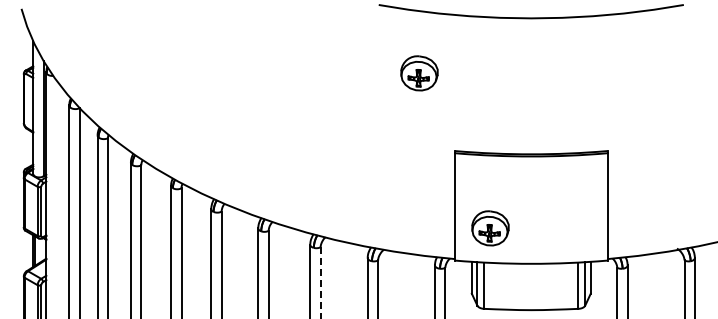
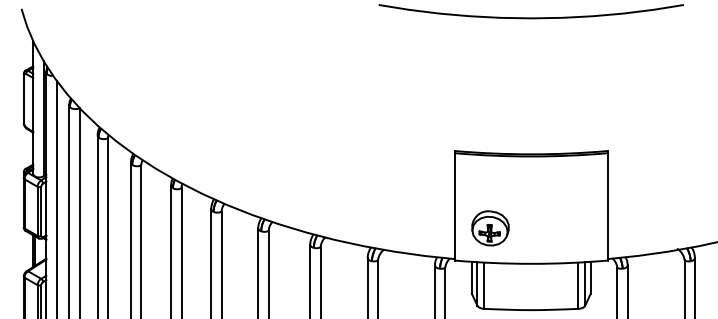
part at (419, 73): present -> none
line at (56, 197): none -> present
line at (320, 283): dashed -> solid
